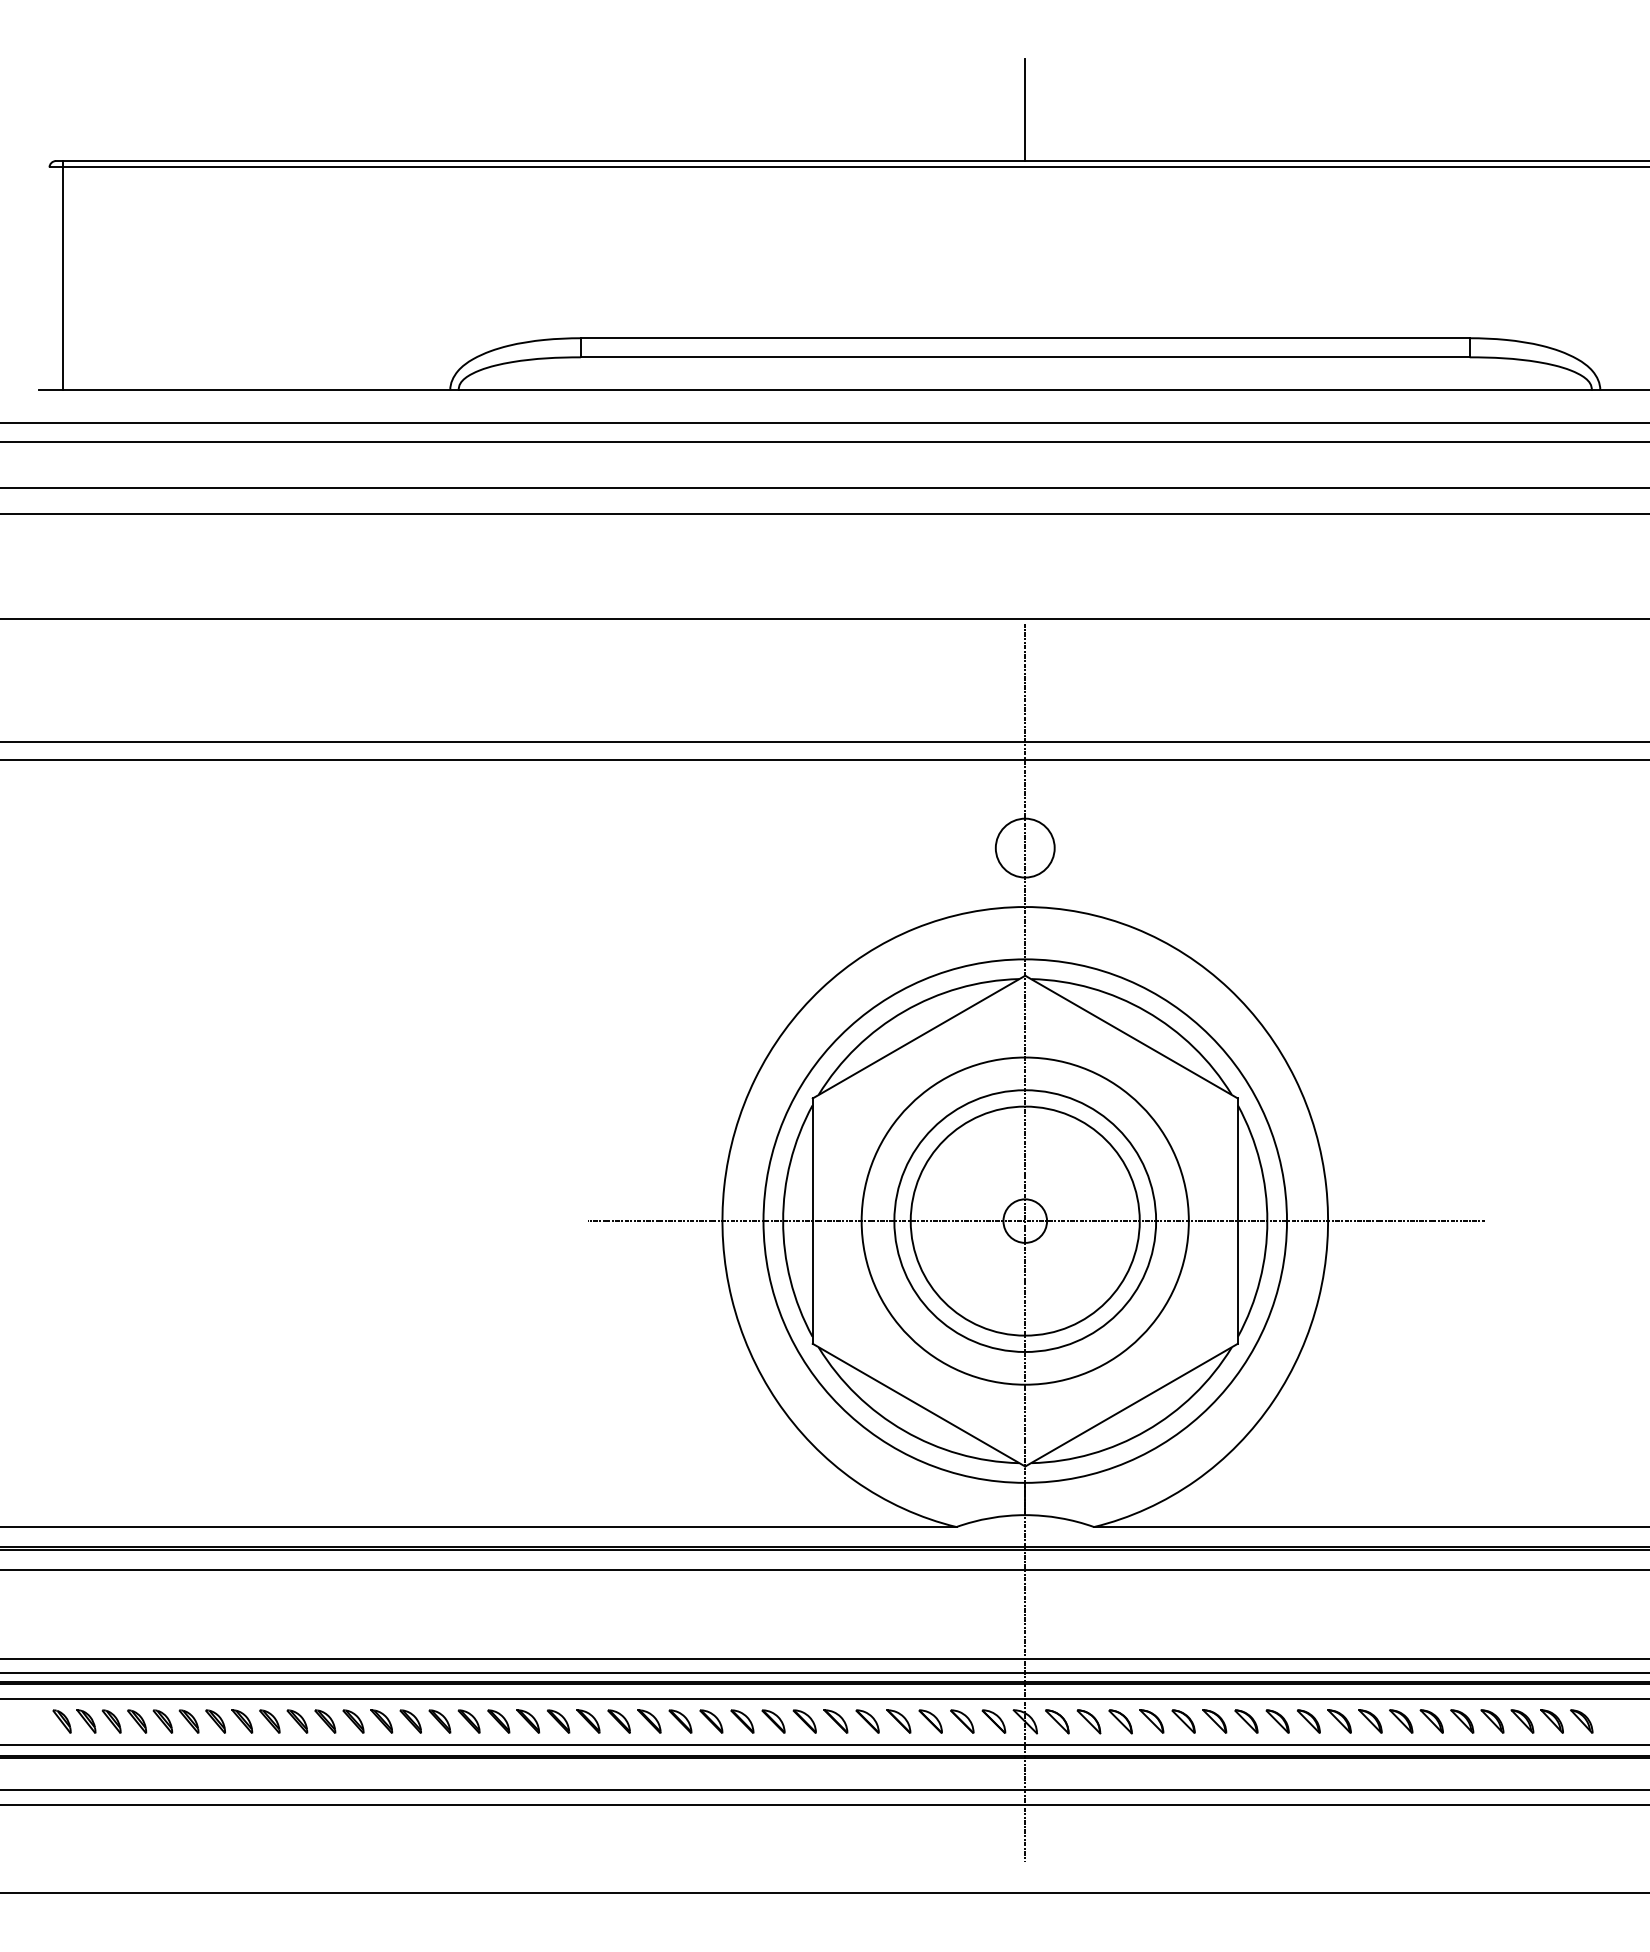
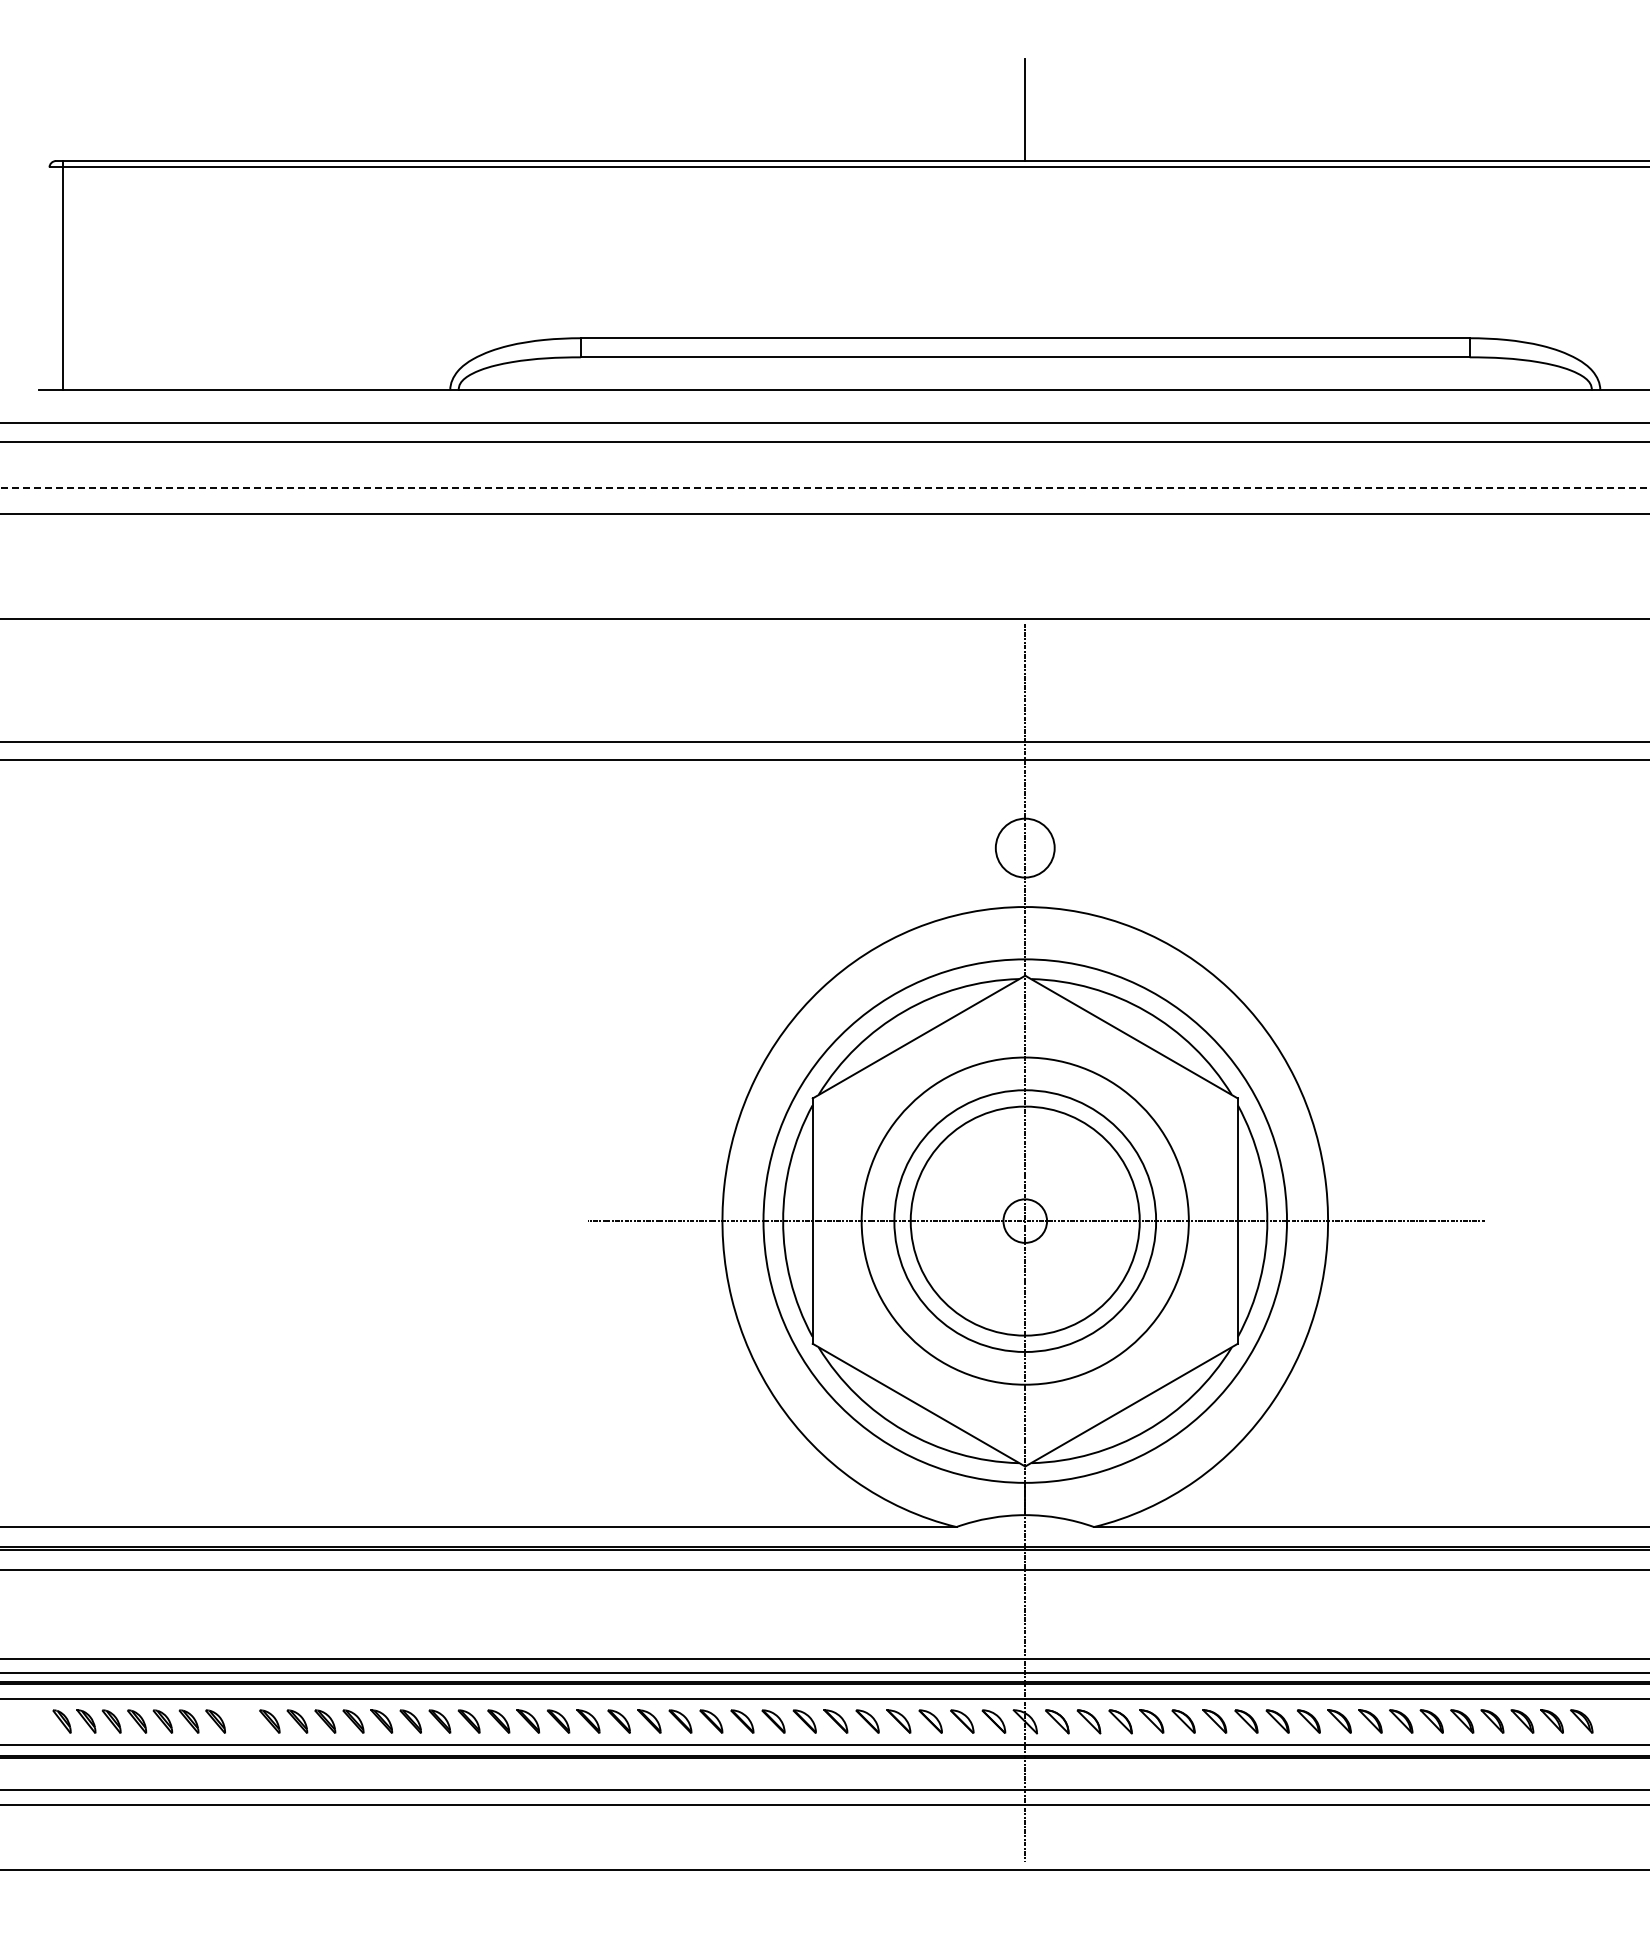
line at (824, 488): solid -> dashed
part at (242, 1721): present -> none
line at (824, 1893) position: (824, 1893) -> (824, 1870)
